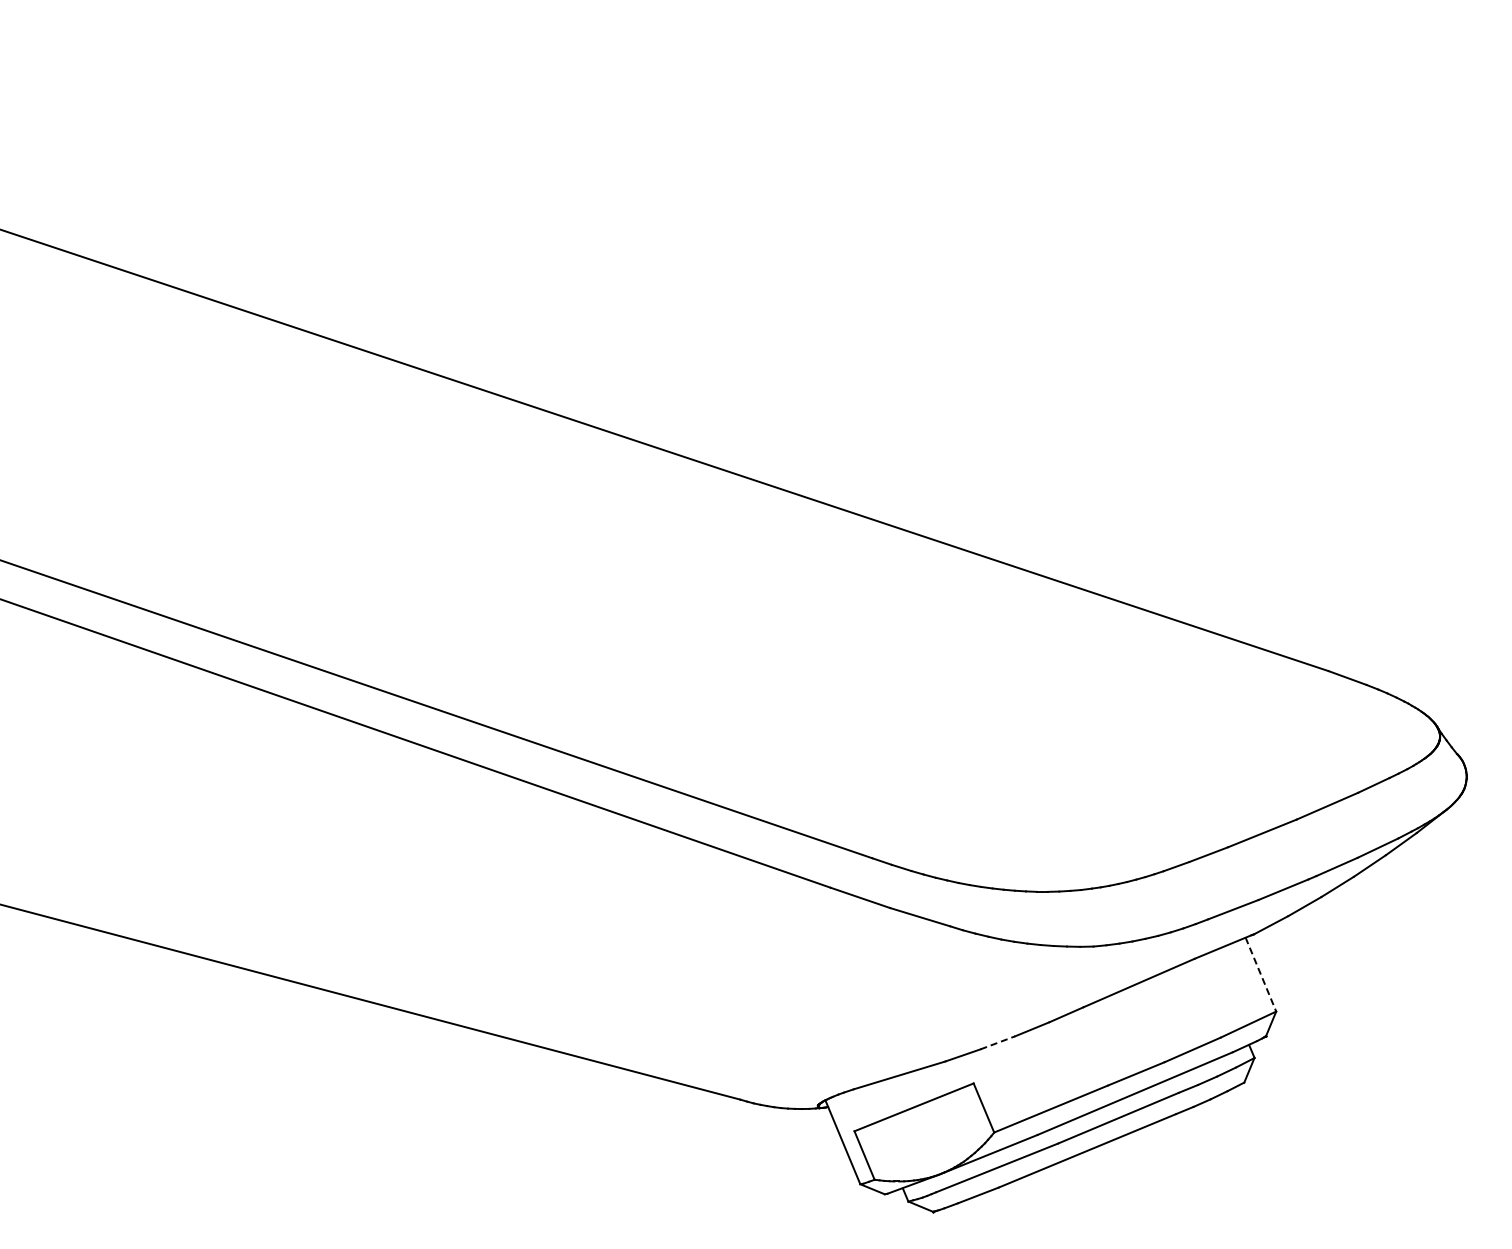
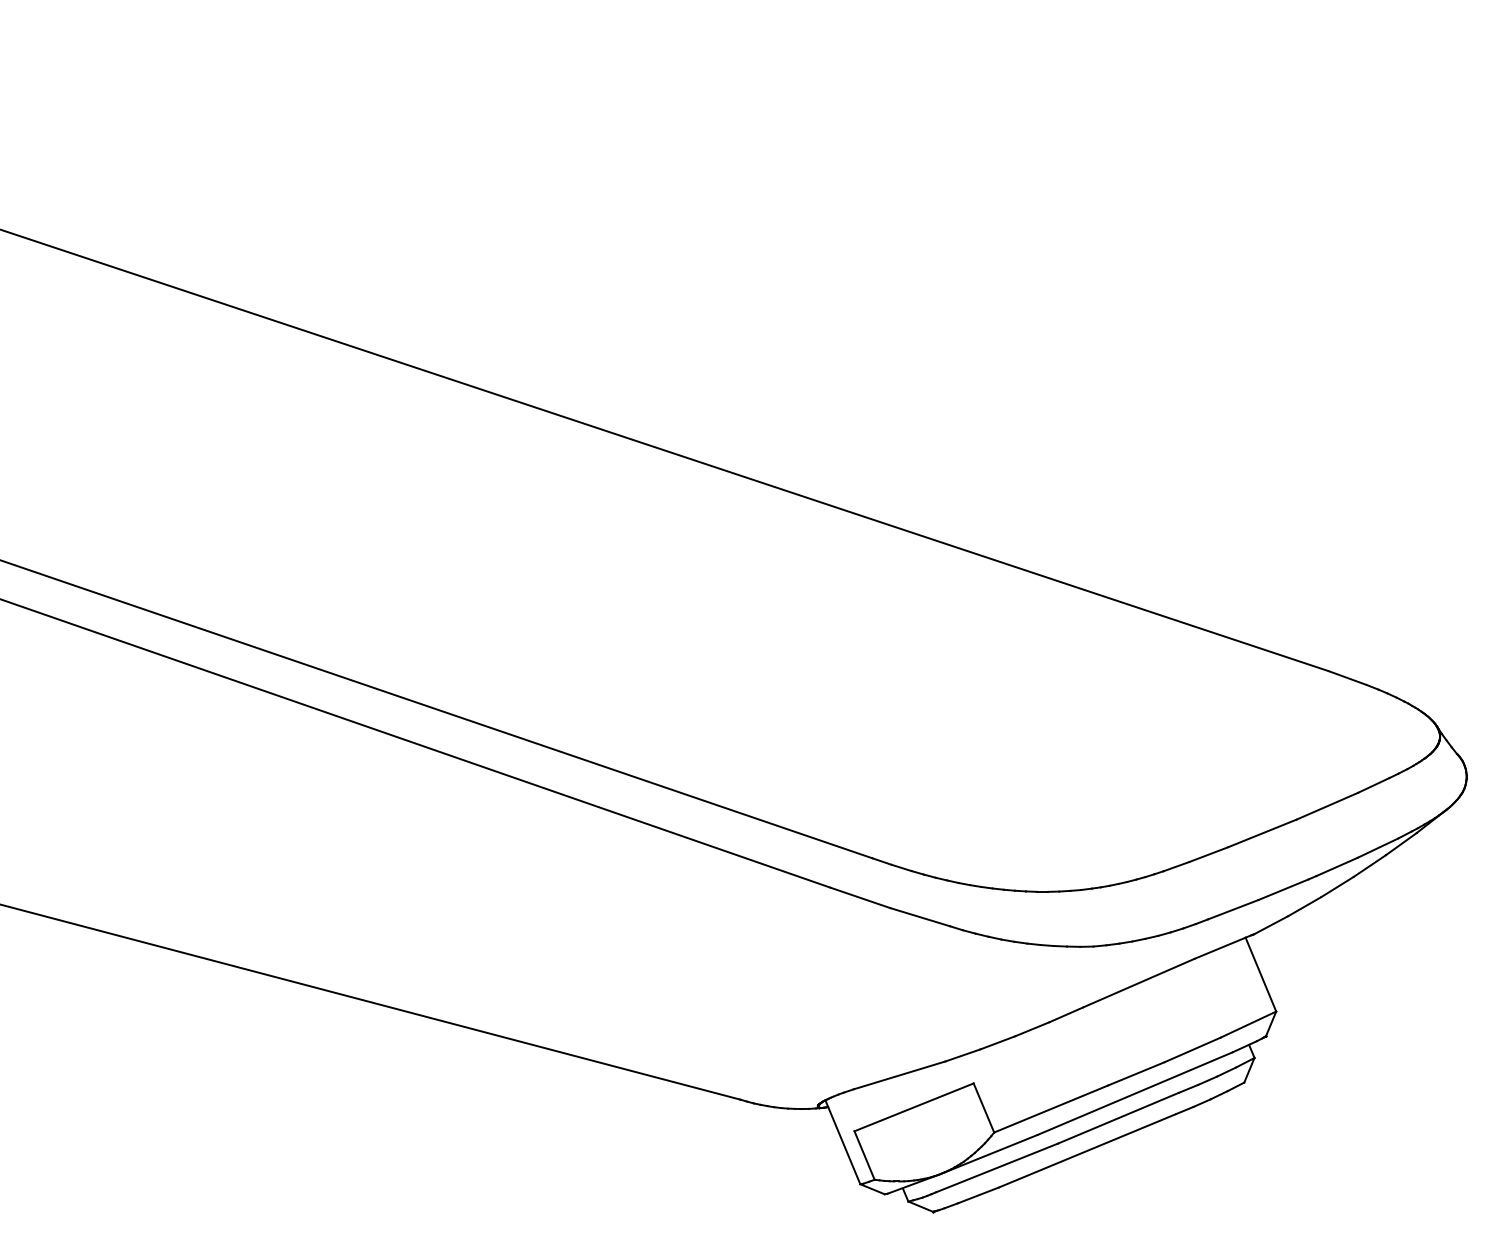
line at (1261, 975): dashed -> solid
line at (997, 1042): dashed -> solid
